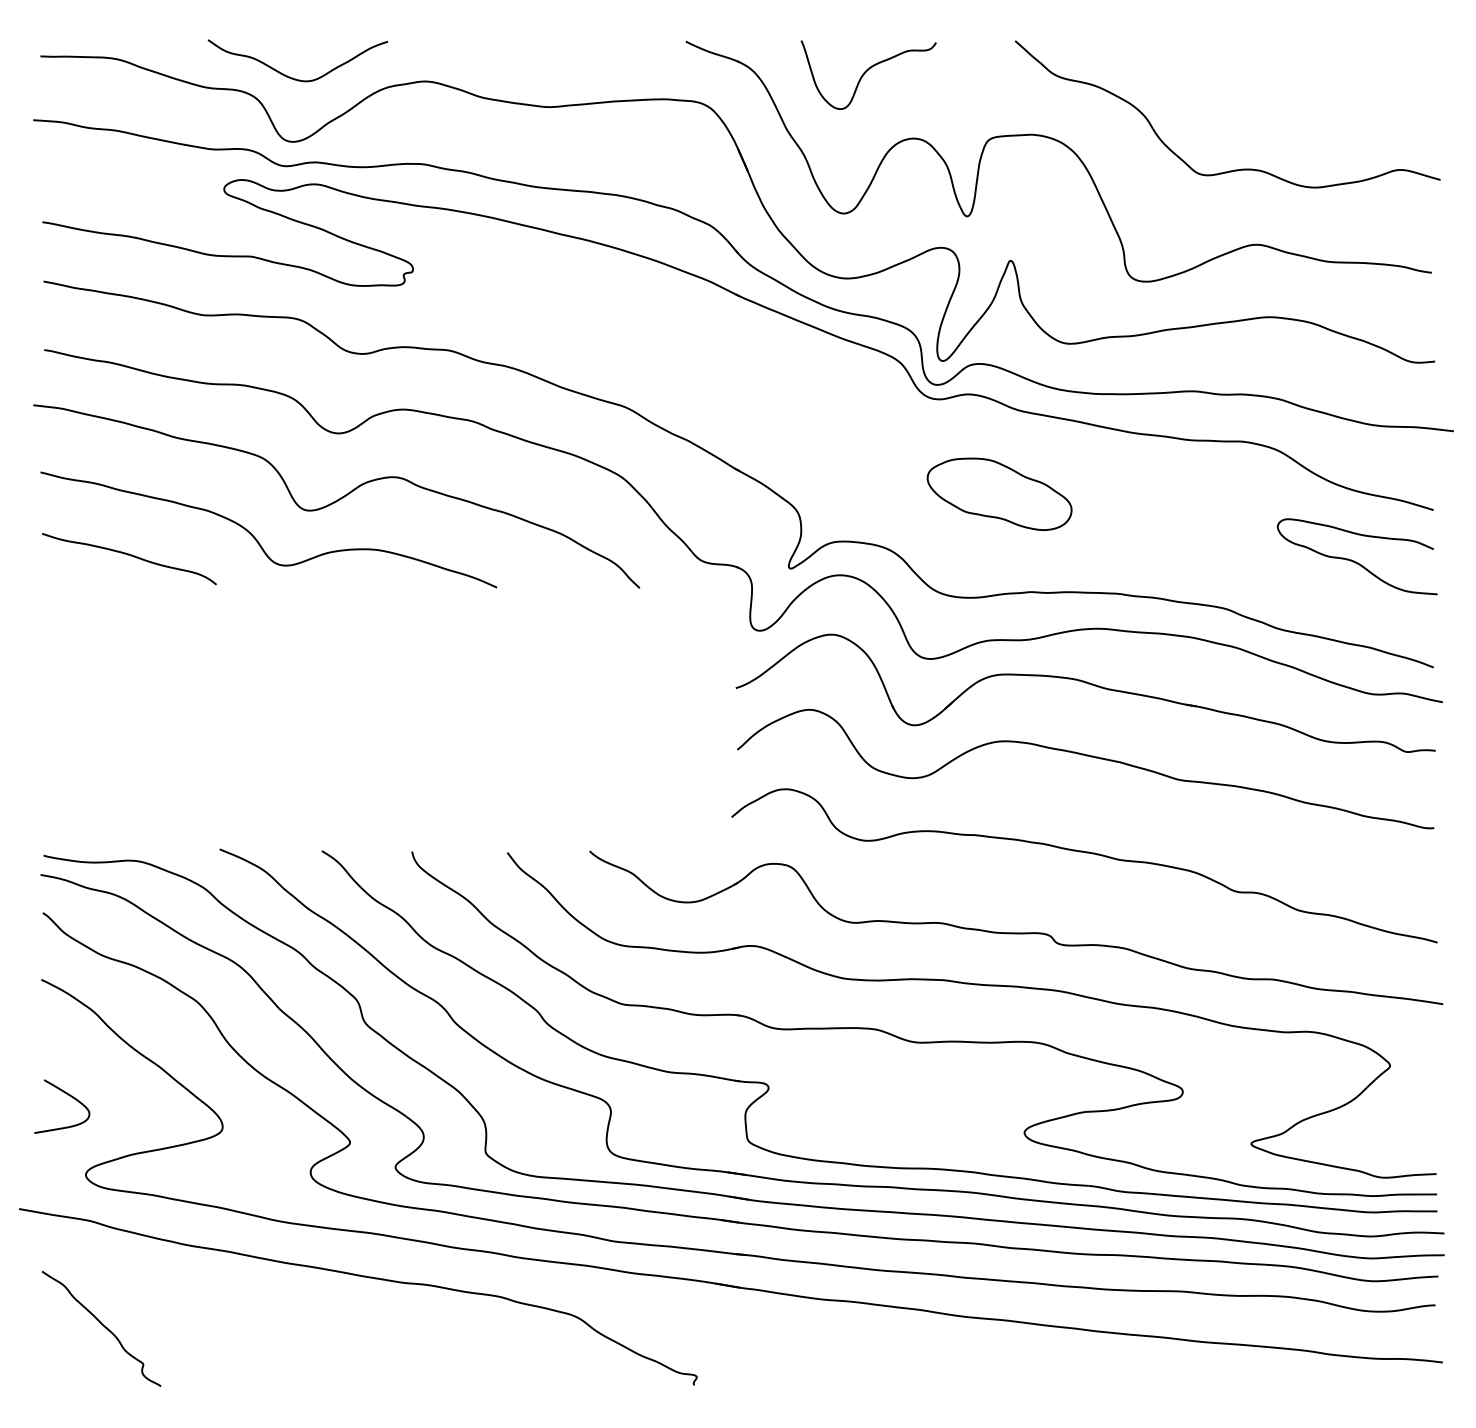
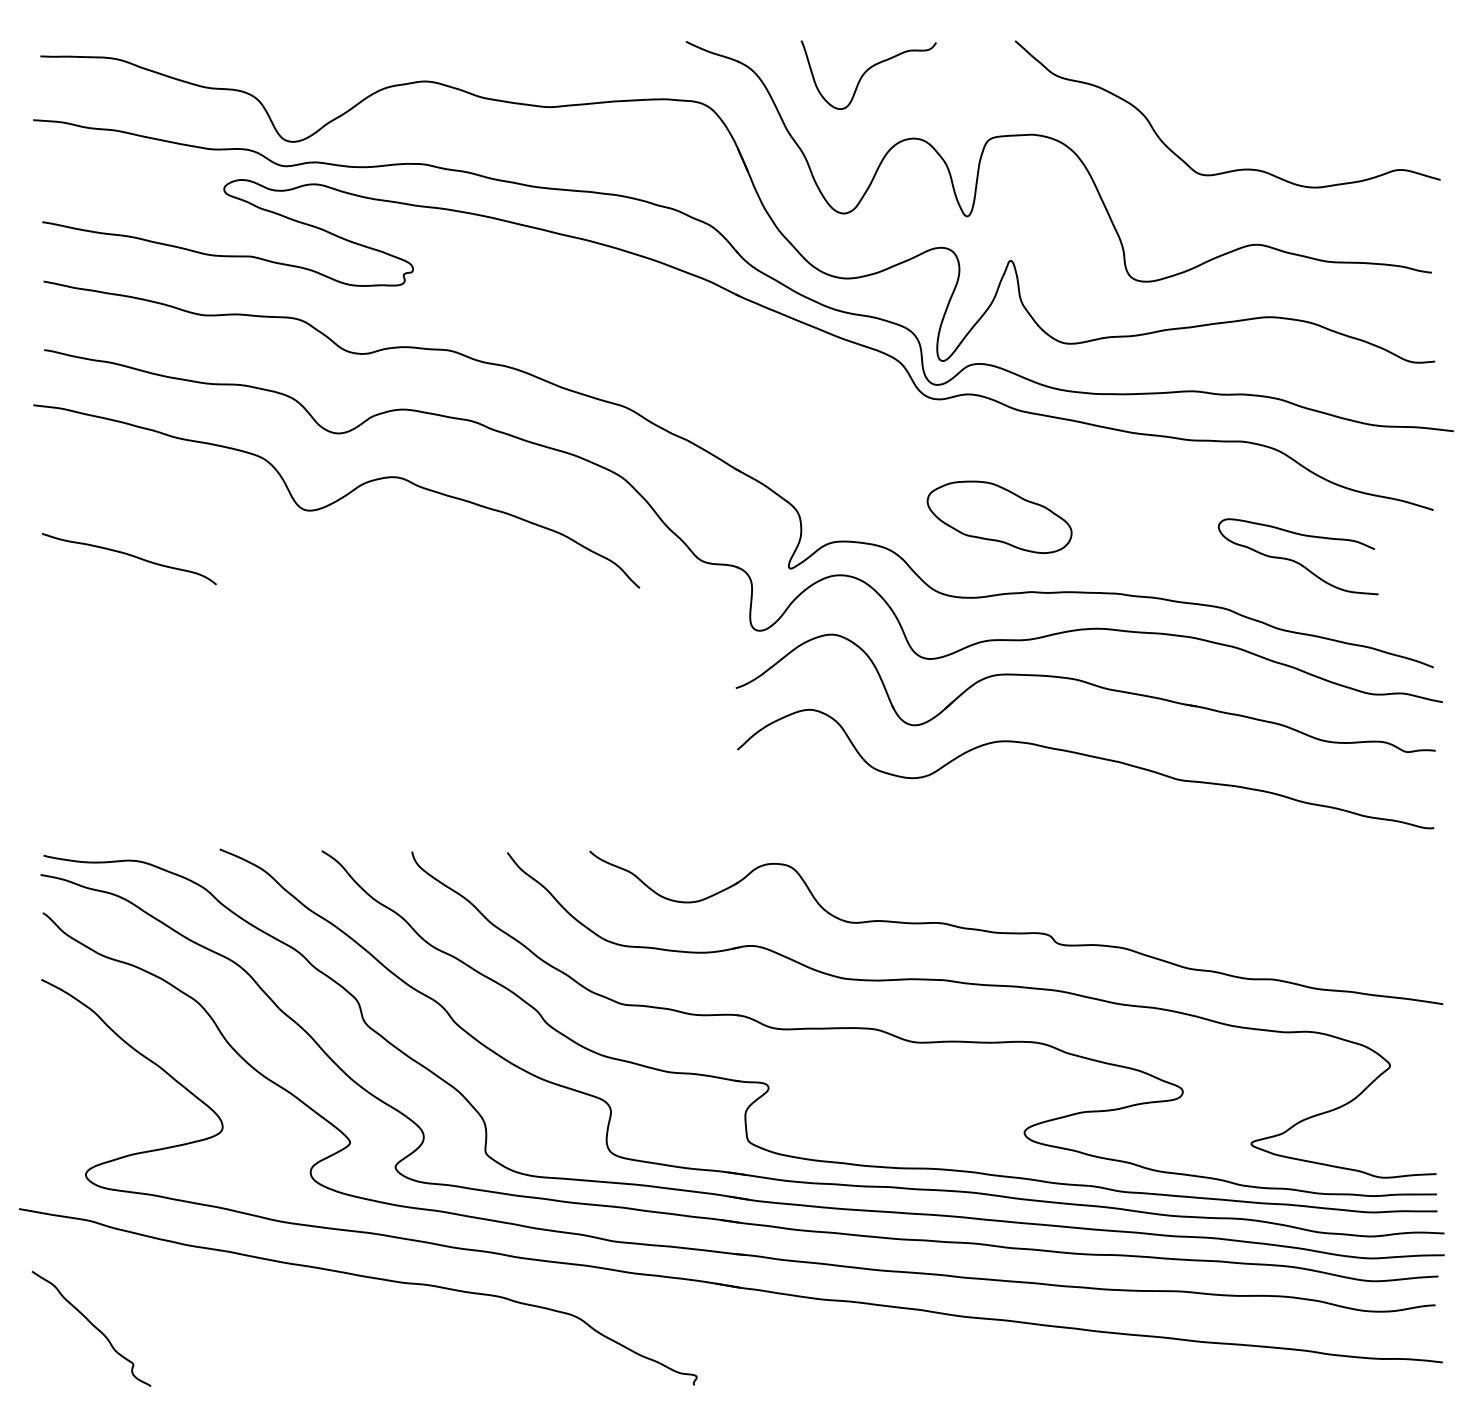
curve at (290, 76): present -> none
part at (999, 493) position: (999, 493) -> (999, 516)
curve at (257, 539): present -> none
curve at (1354, 560) position: (1354, 560) -> (1295, 560)
curve at (1086, 853): present -> none
curve at (69, 1096): present -> none
curve at (103, 1326) position: (103, 1326) -> (93, 1326)
